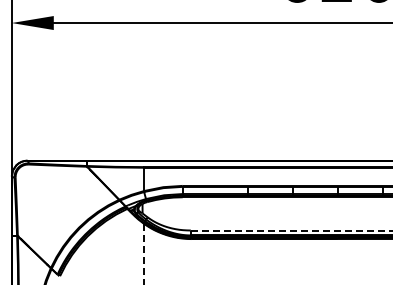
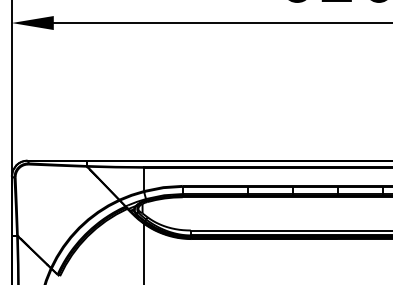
line at (291, 230): dashed -> solid
line at (144, 254): dashed -> solid
